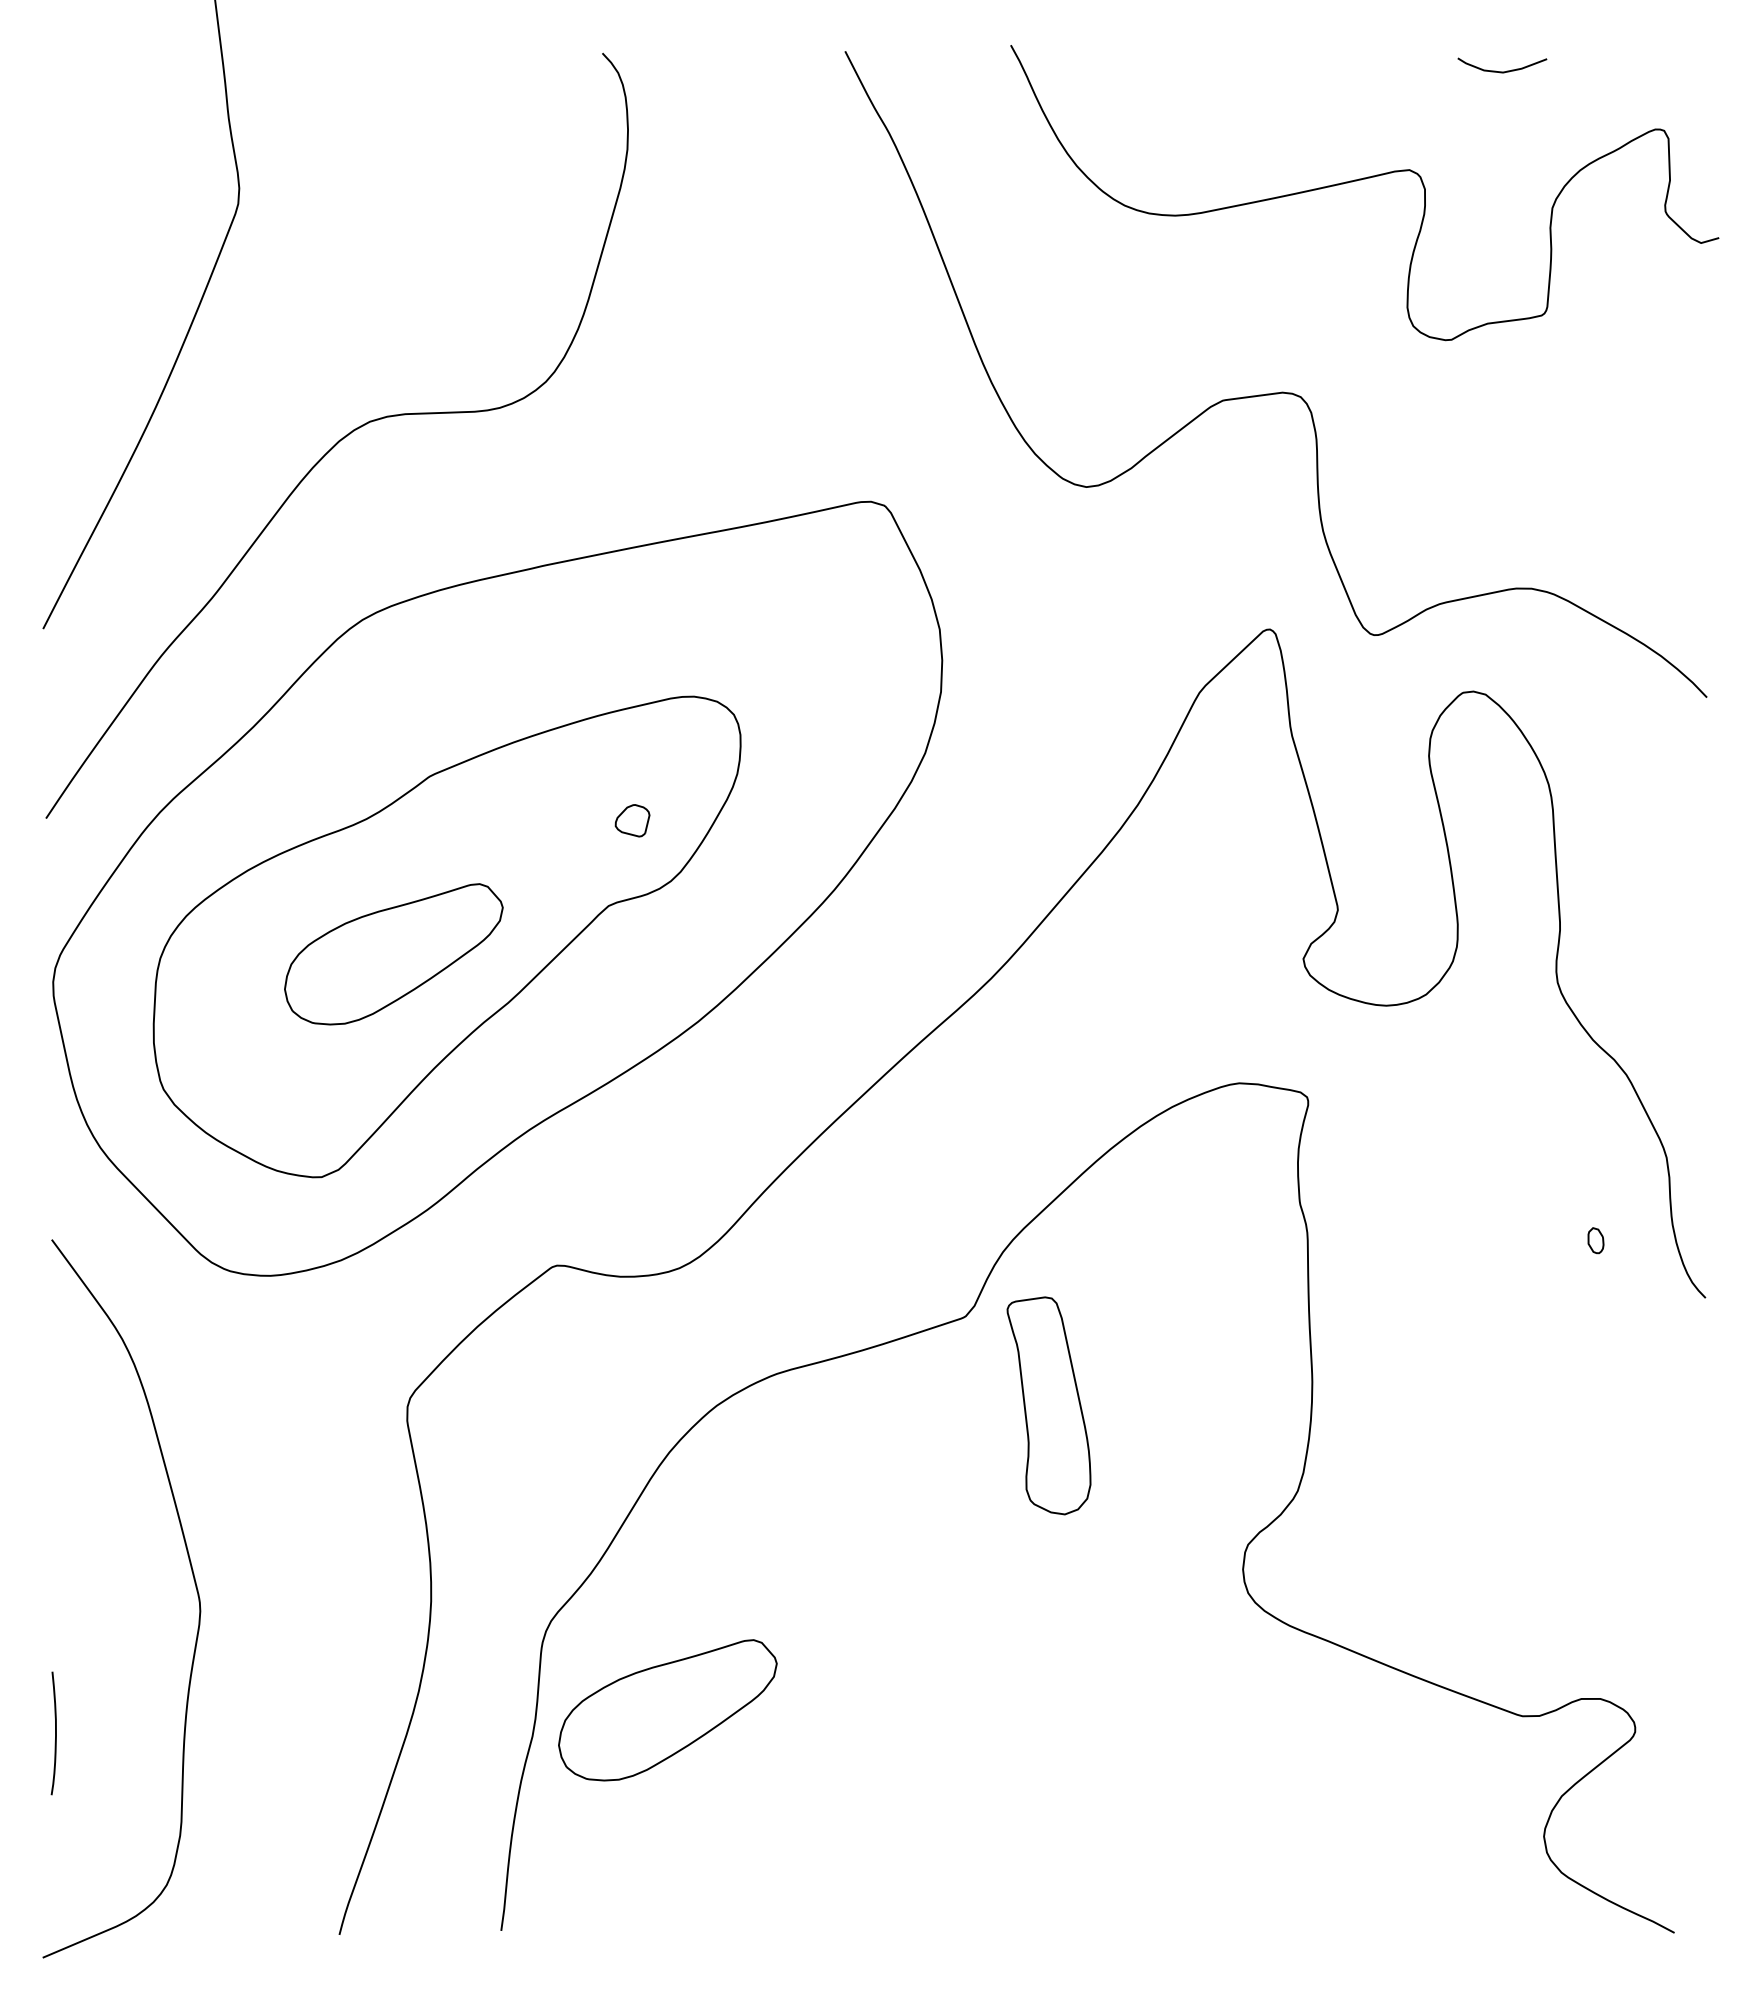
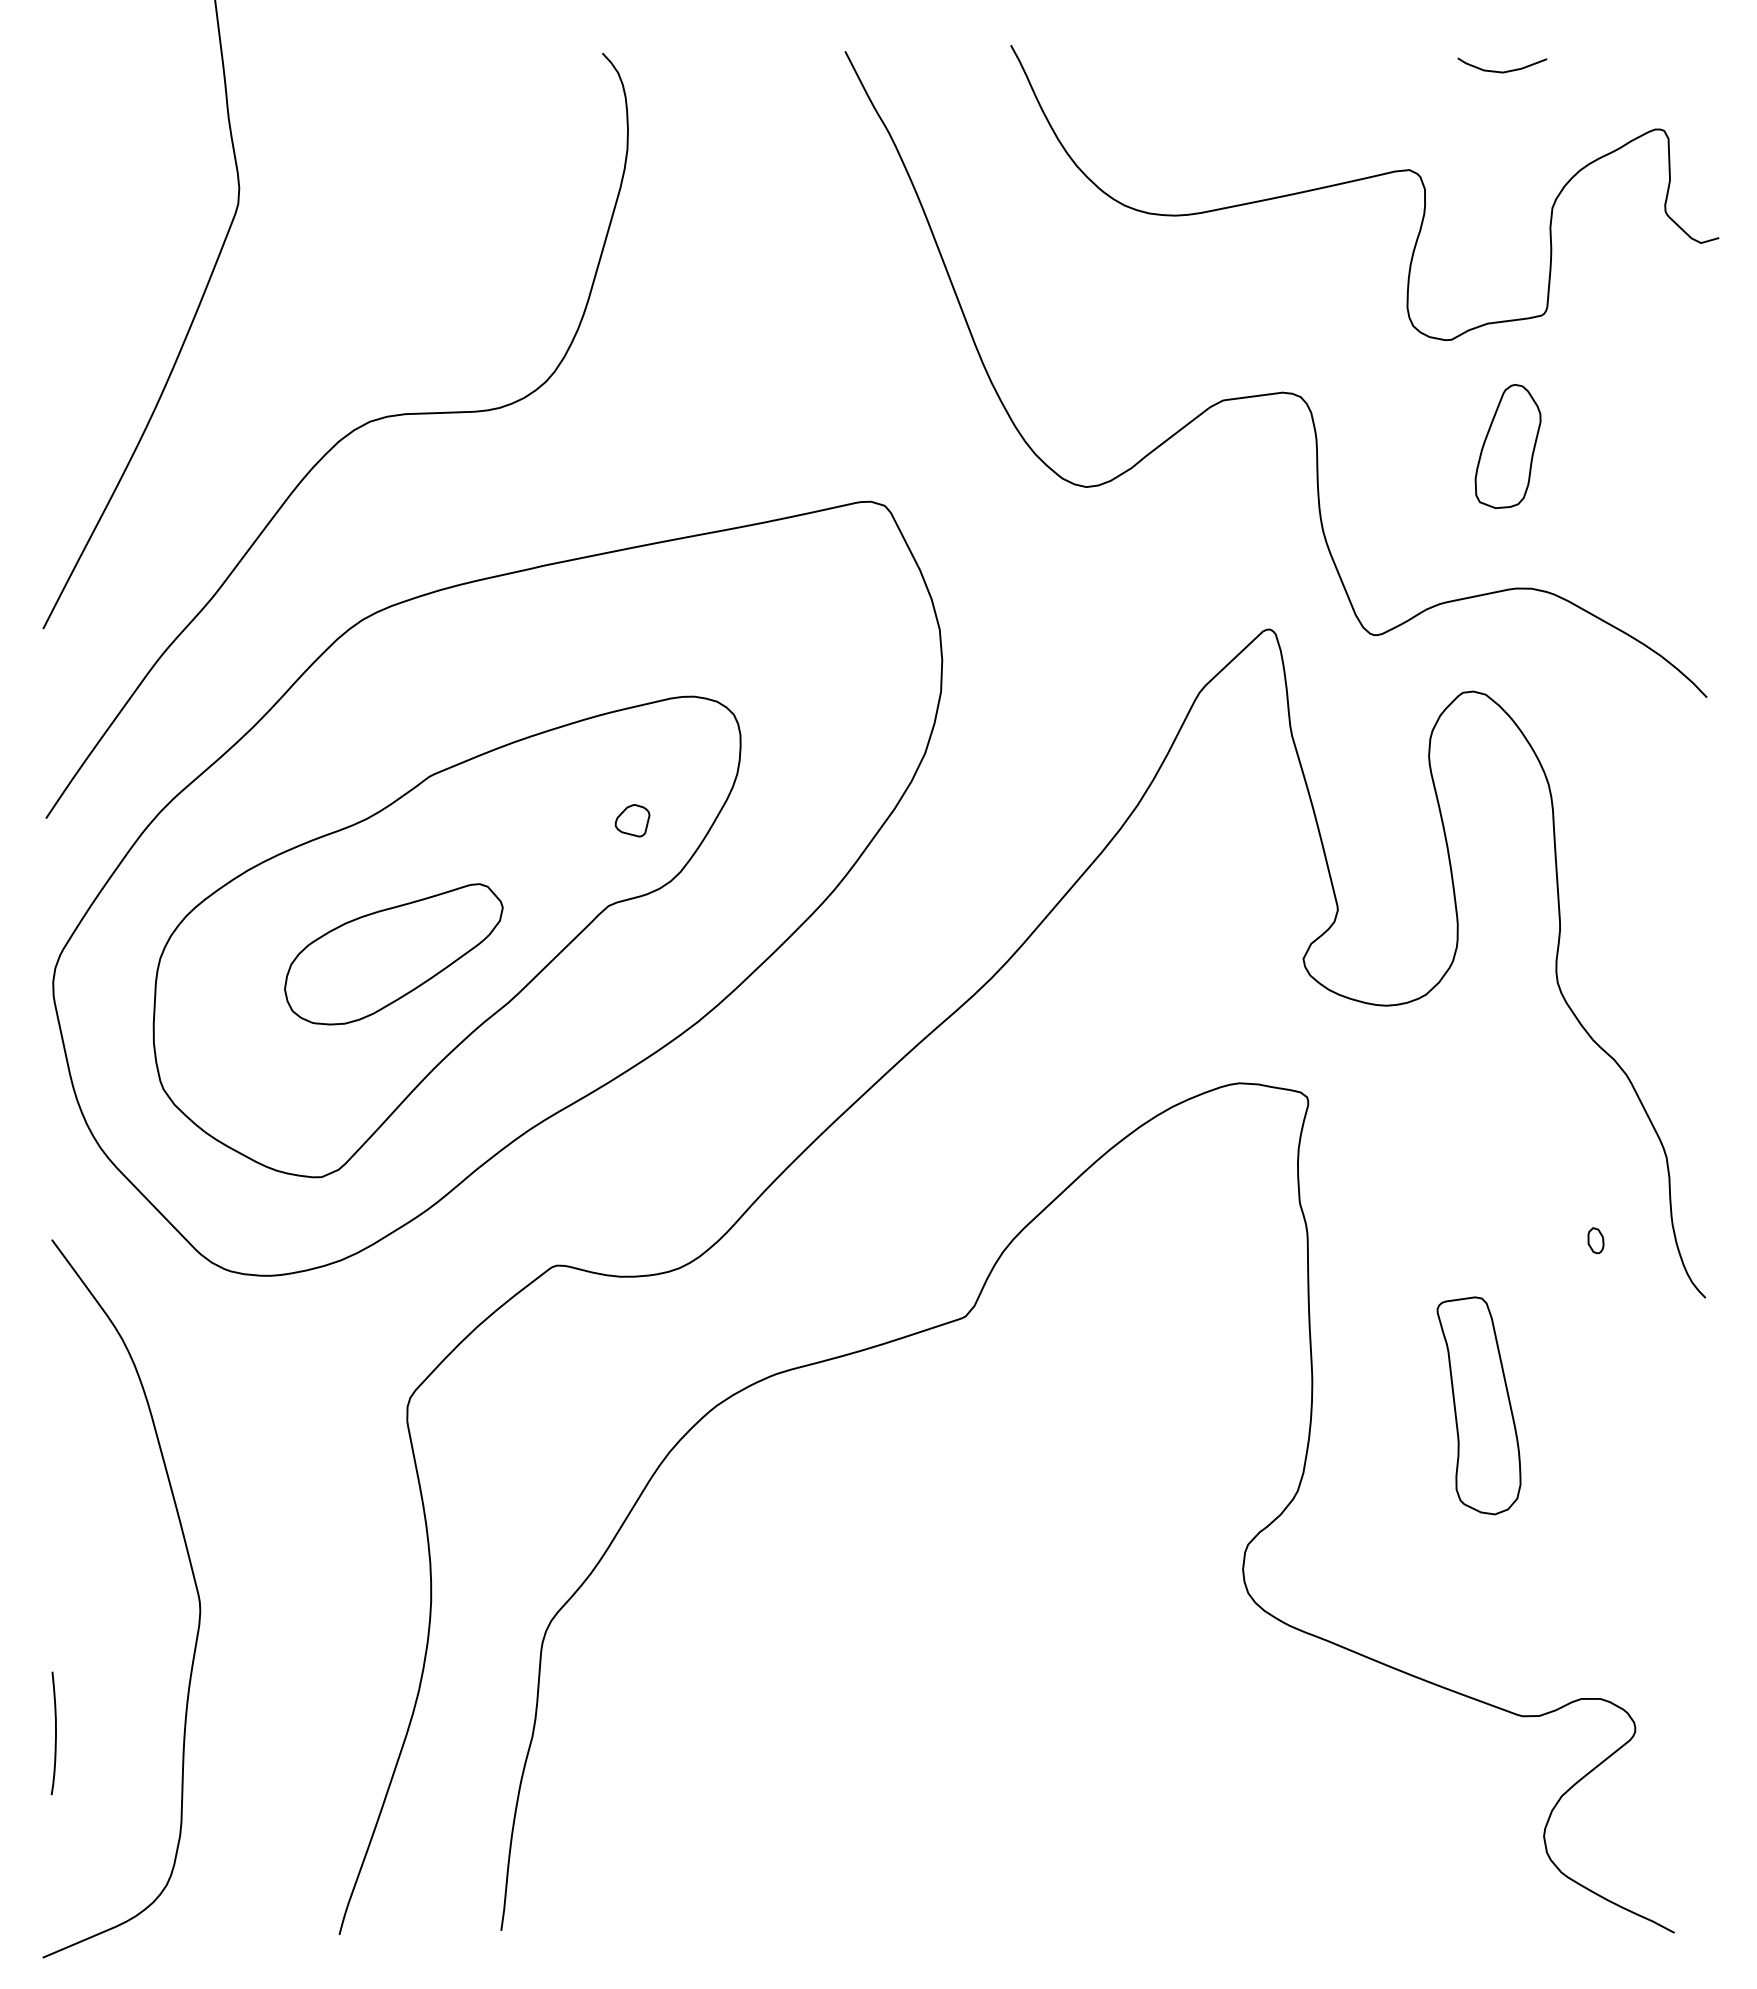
part at (1507, 446): none -> present
part at (1048, 1405) position: (1048, 1405) -> (1478, 1405)
part at (667, 1710): present -> none
